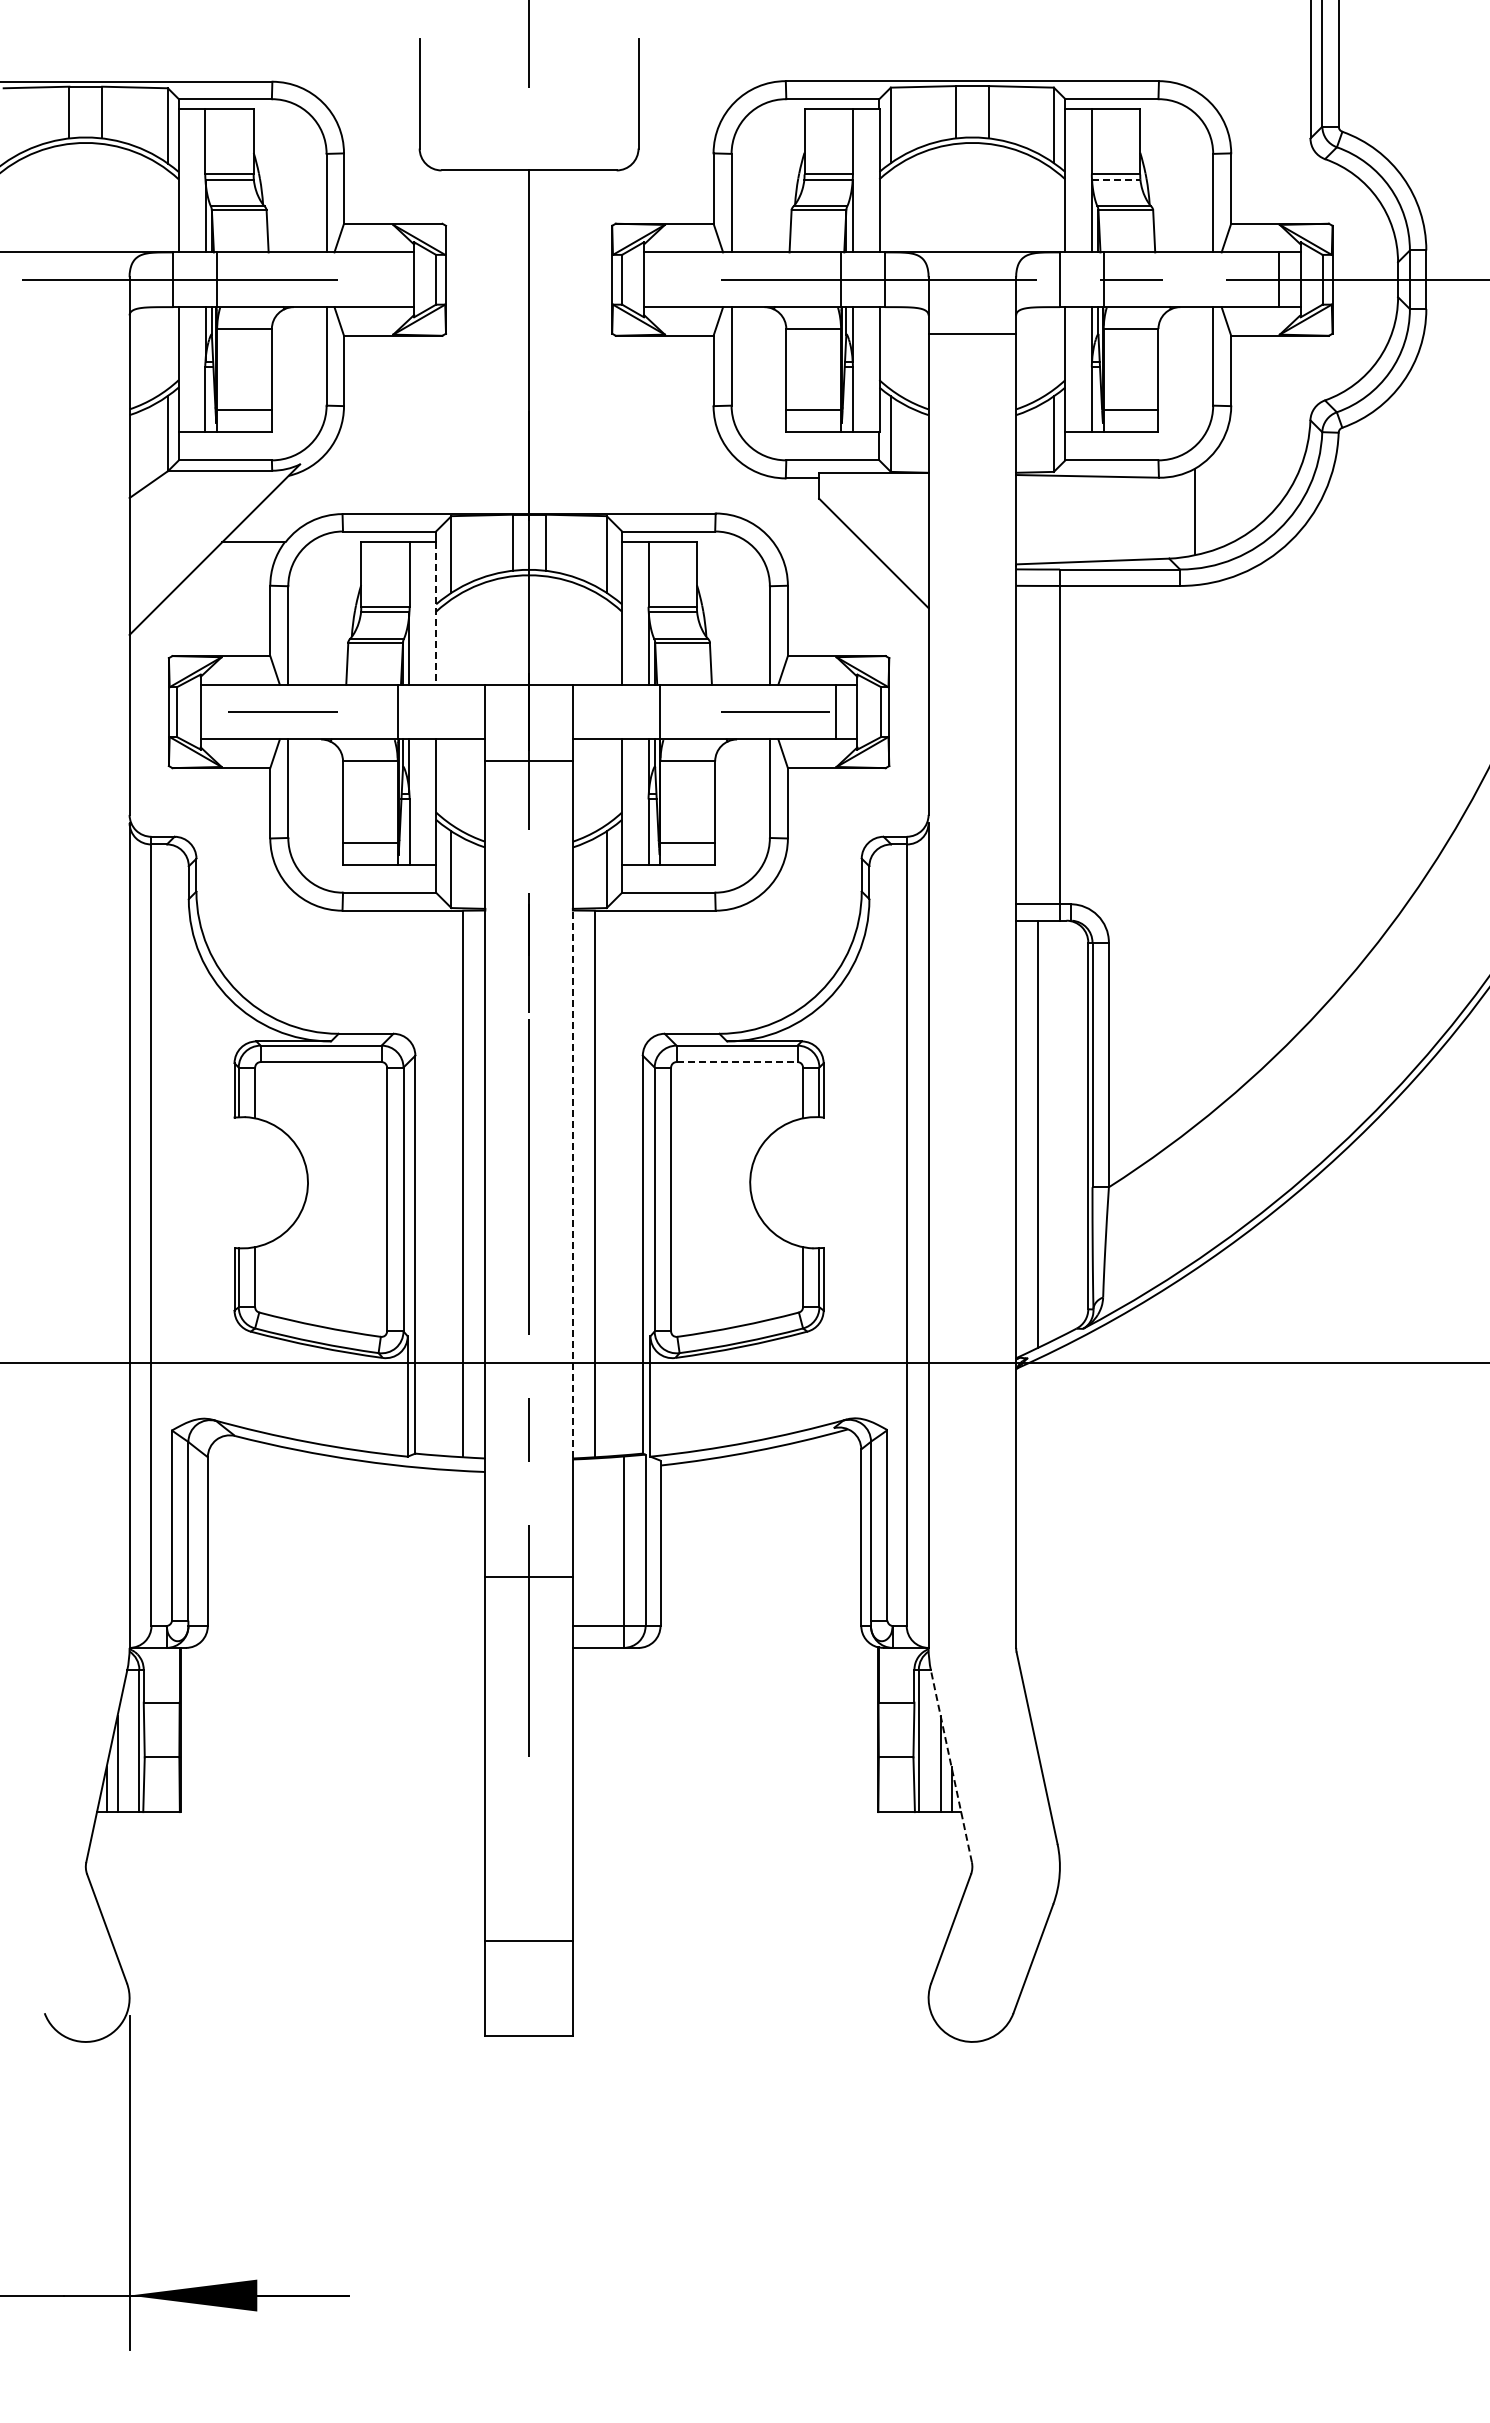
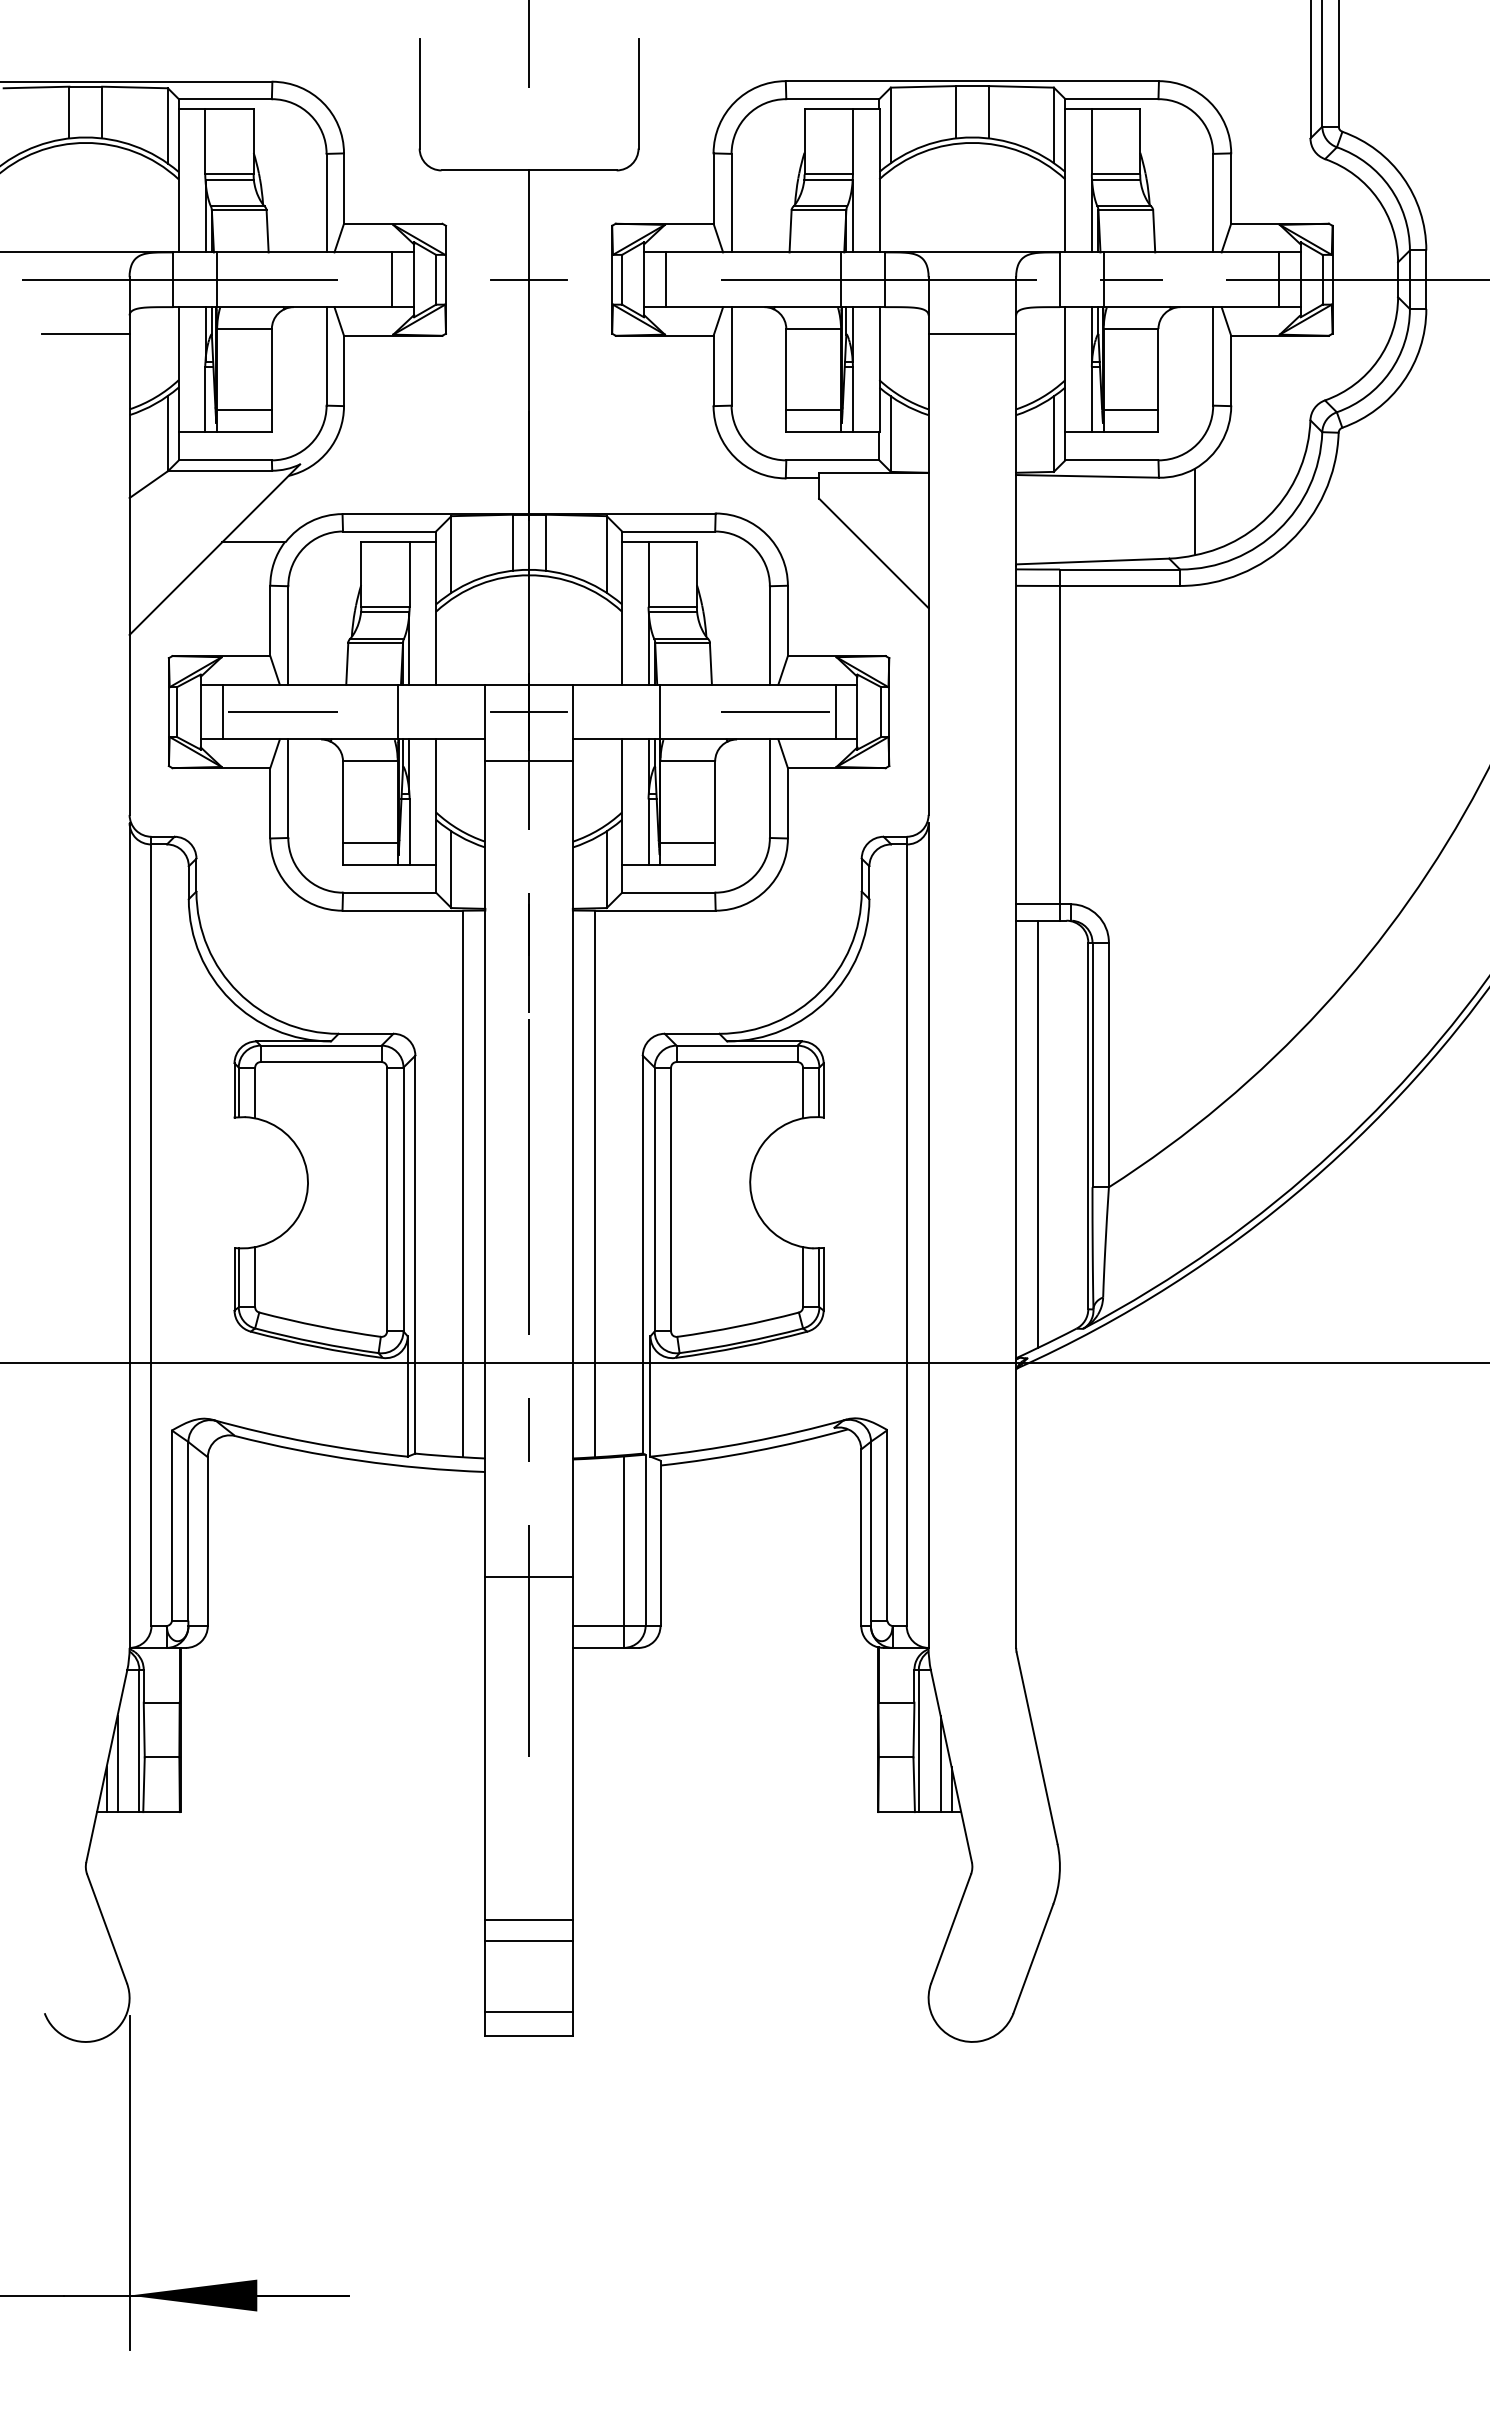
line at (1116, 179): dashed -> solid
line at (392, 279): none -> present
line at (528, 279): none -> present
line at (665, 279): none -> present
line at (85, 334): none -> present
line at (436, 613): dashed -> solid
line at (222, 711): none -> present
line at (528, 712): none -> present
line at (737, 1062): dashed -> solid
line at (572, 1184): dashed -> solid
line at (951, 1766): dashed -> solid
line at (528, 1919): none -> present
line at (528, 2012): none -> present
